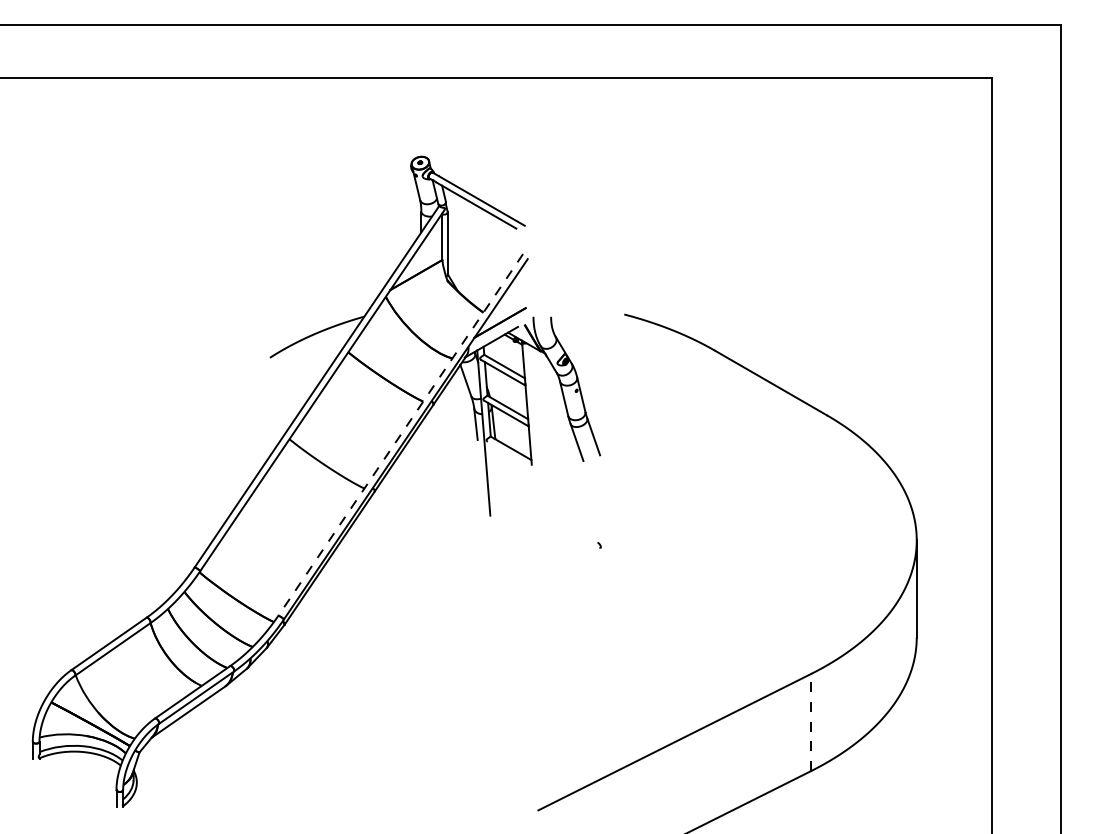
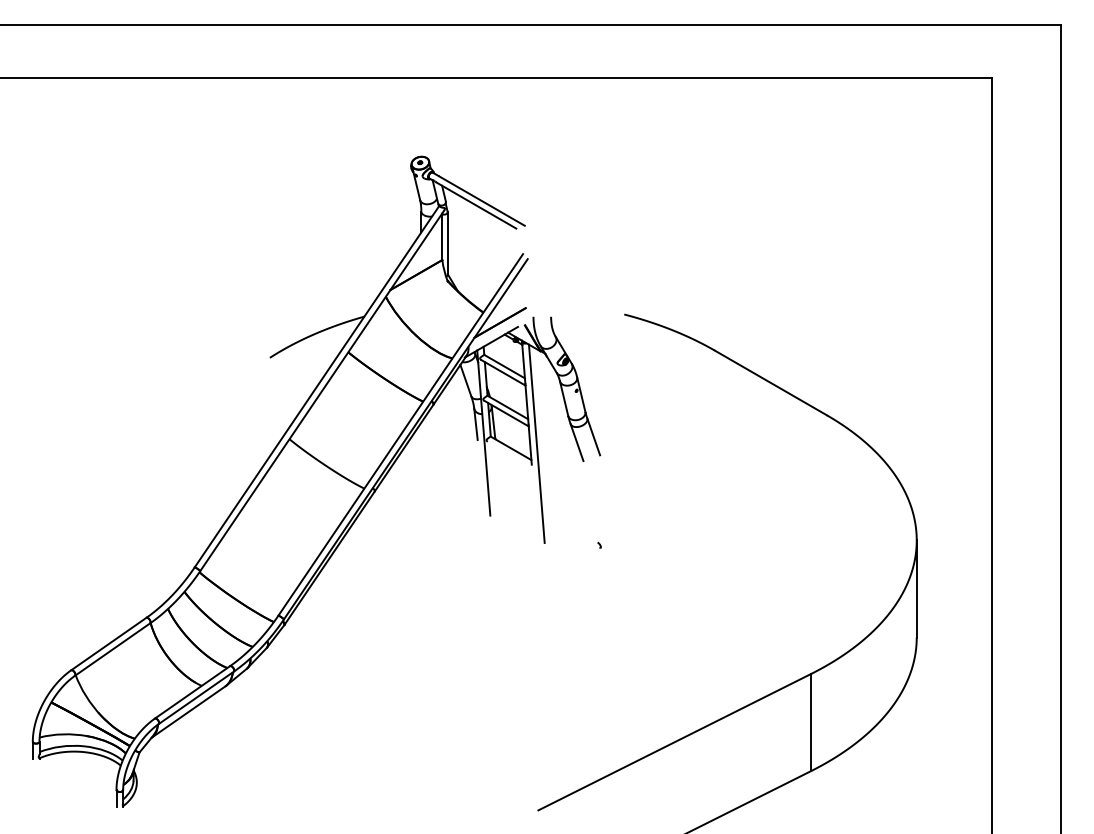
line at (400, 435): dashed -> solid
line at (536, 443): none -> present
line at (811, 722): dashed -> solid
